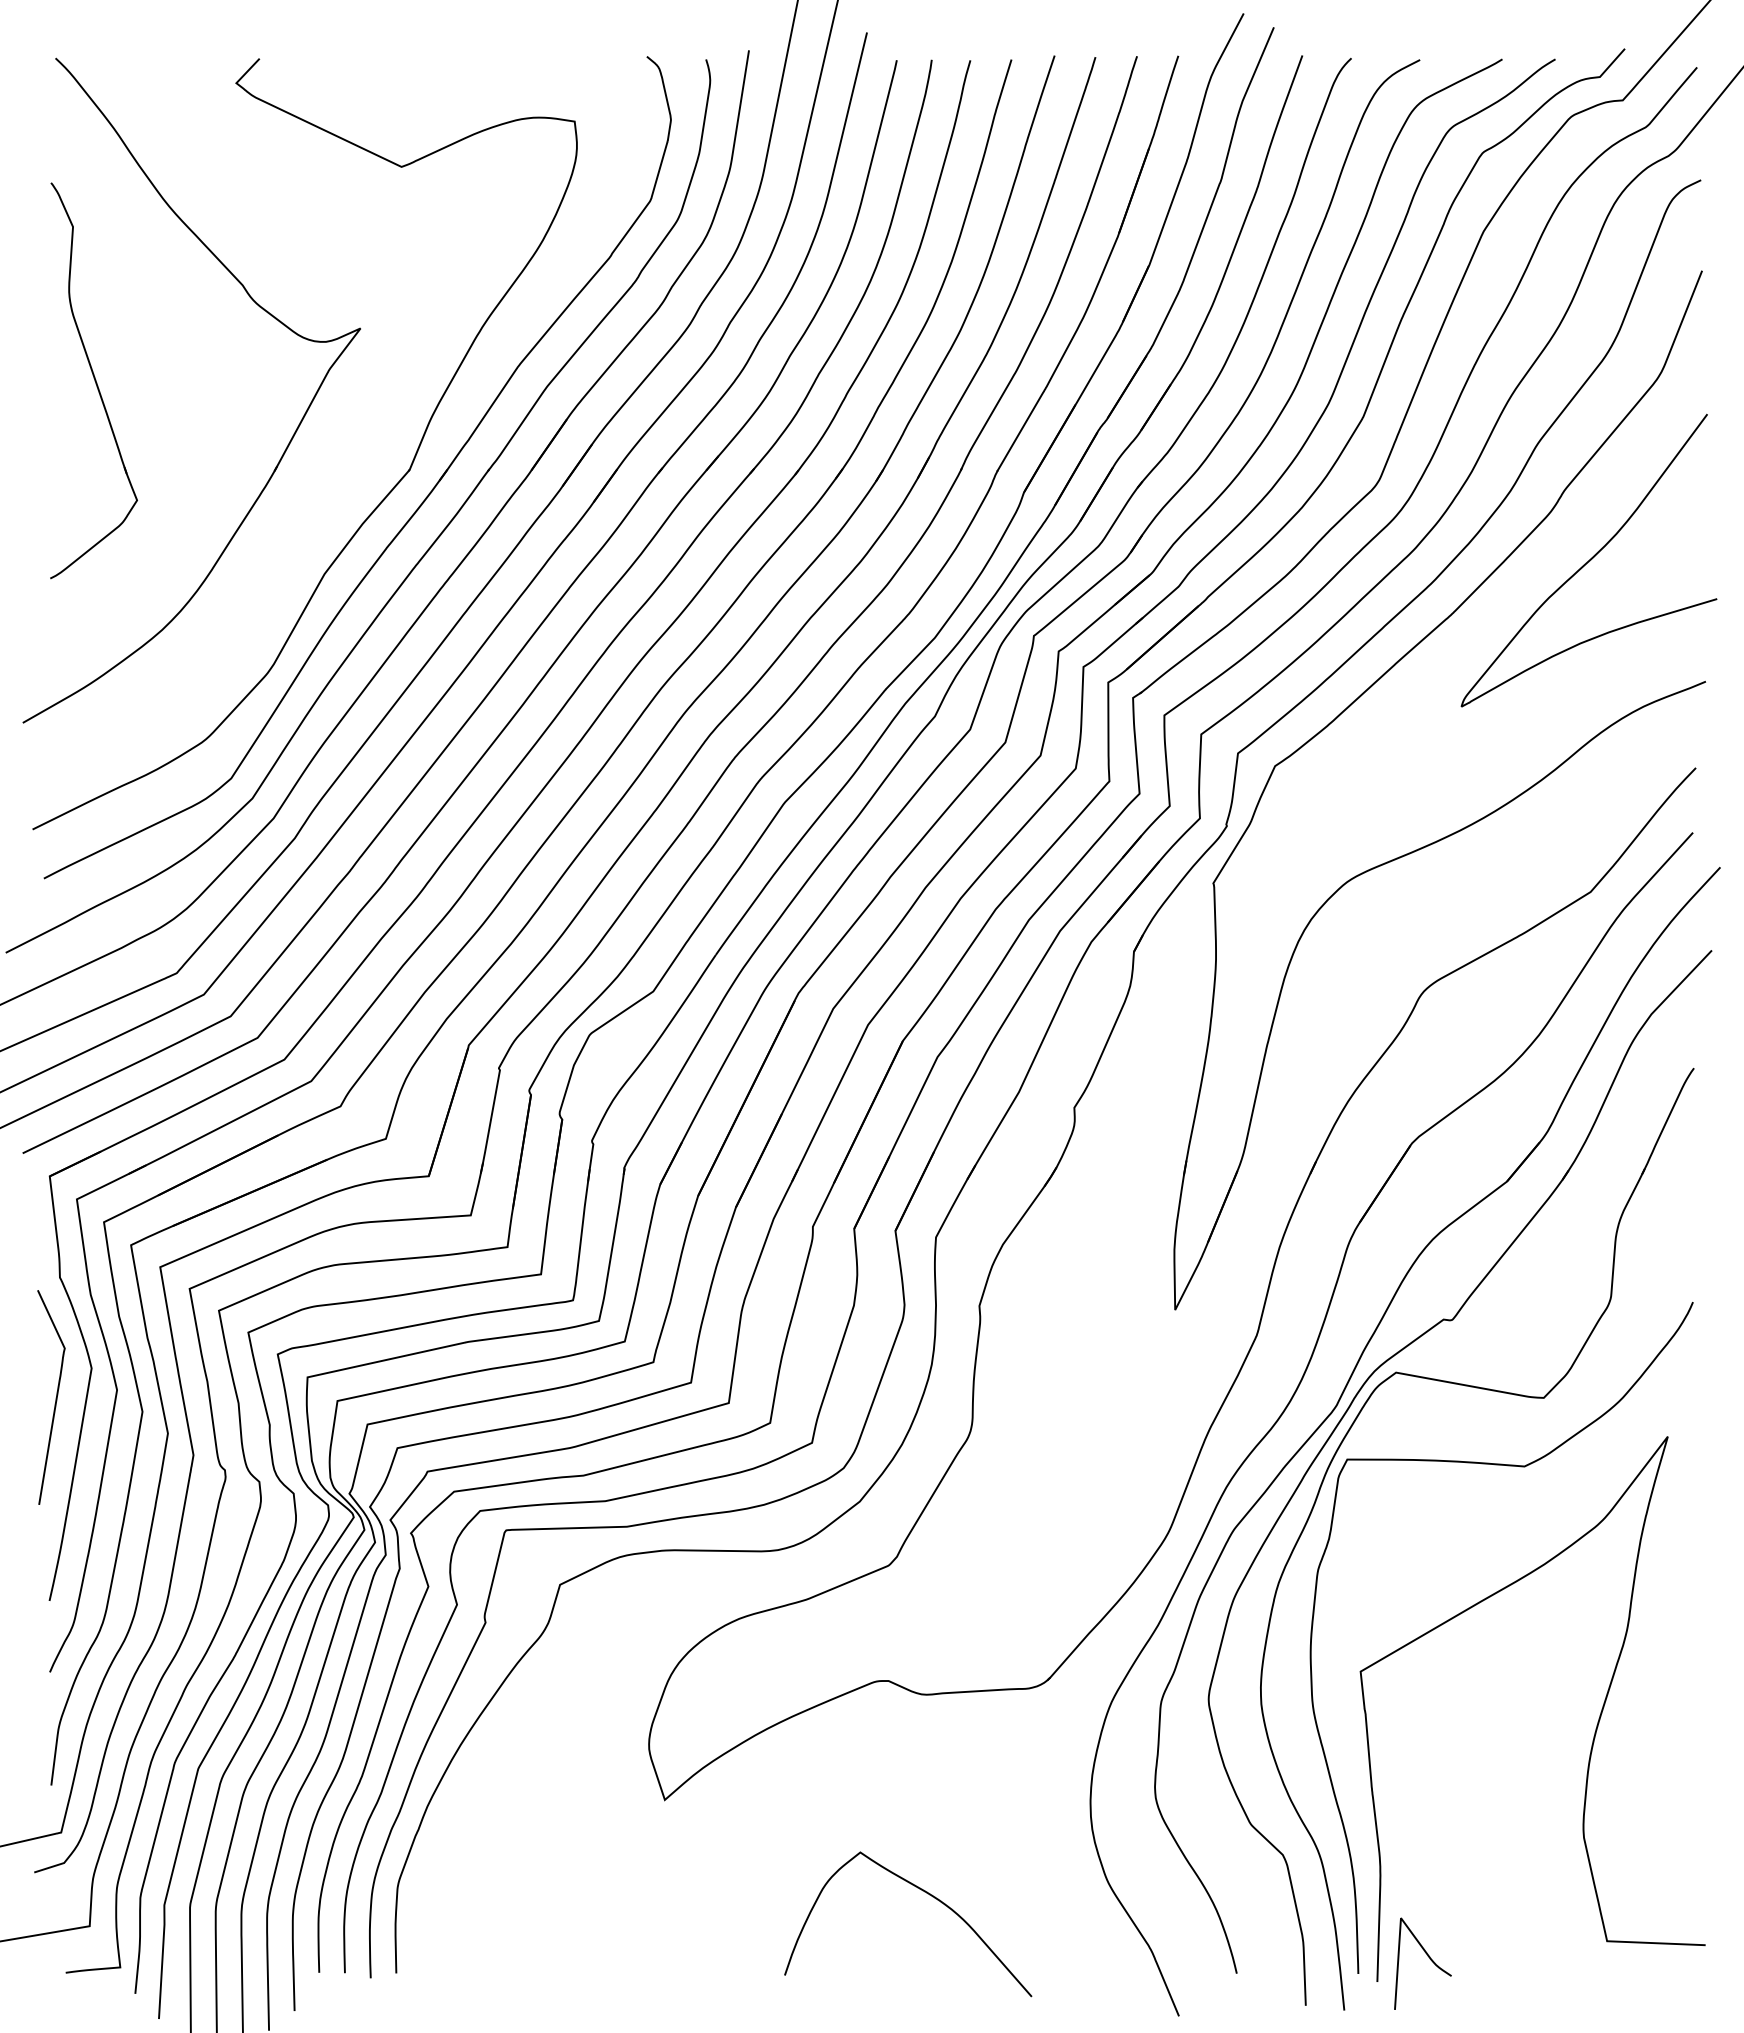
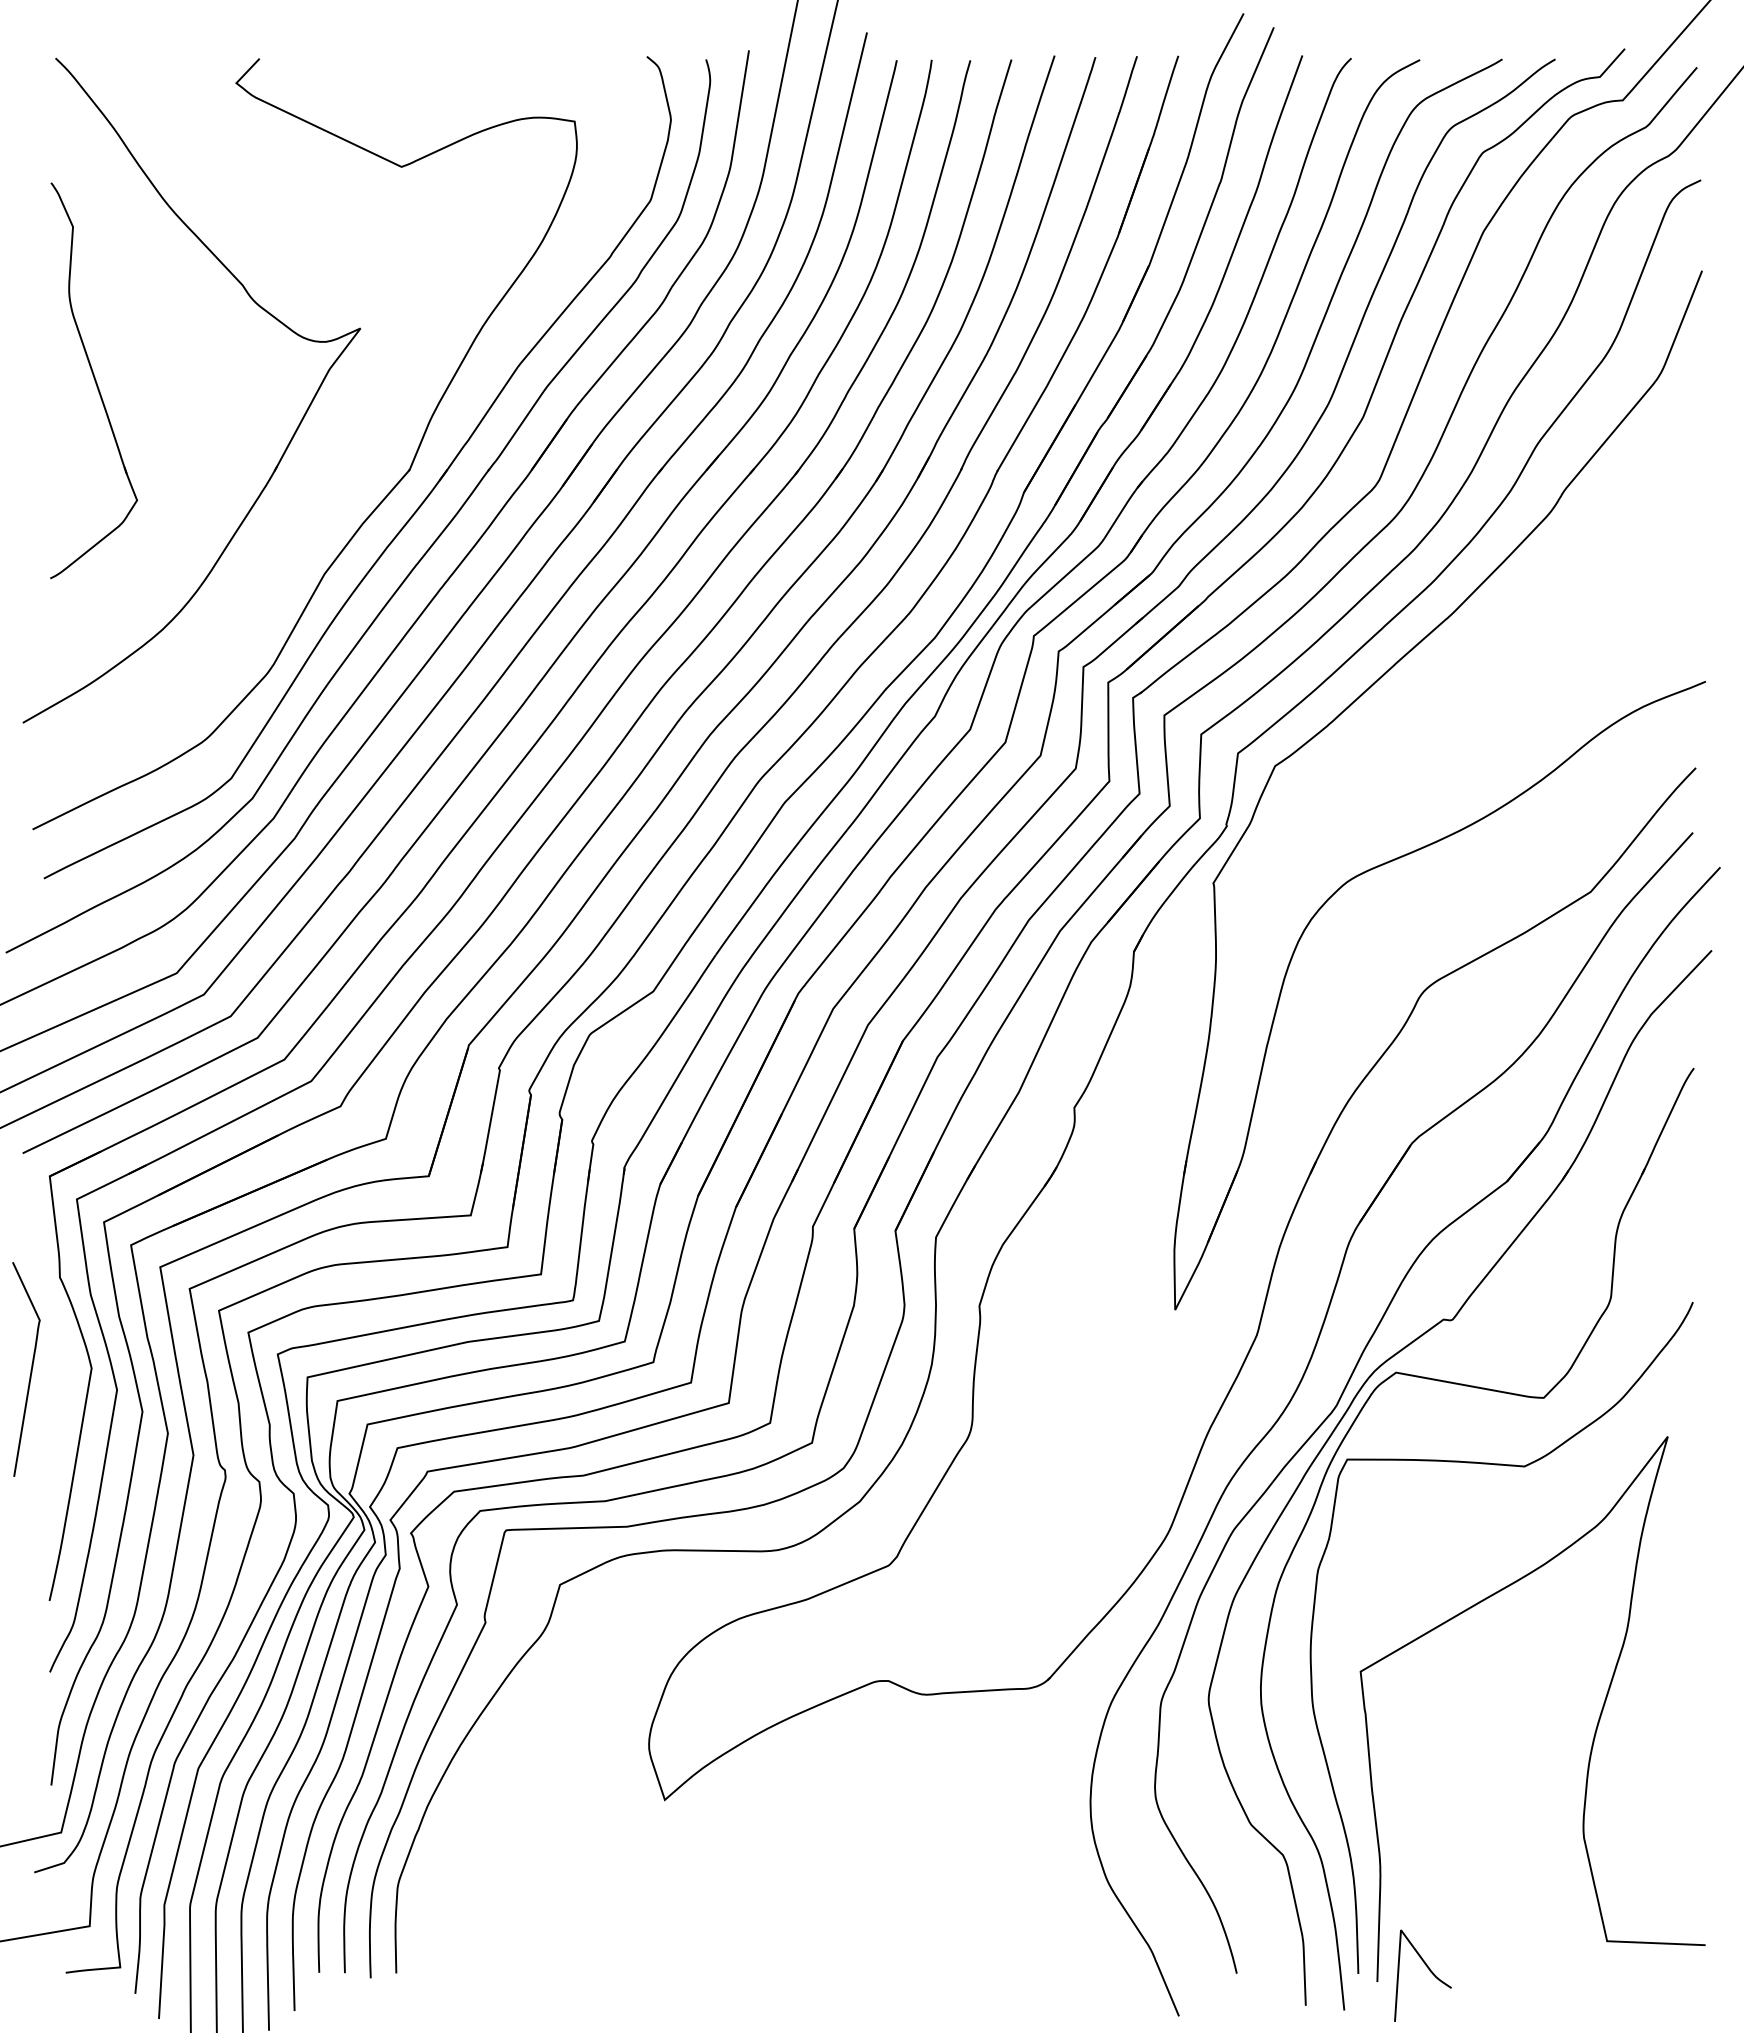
curve at (1588, 560): present -> none
curve at (55, 1397) position: (55, 1397) -> (30, 1369)
curve at (924, 1892): present -> none
curve at (1428, 1957) position: (1428, 1957) -> (1428, 1969)
